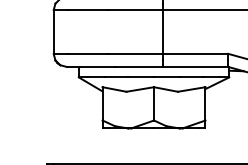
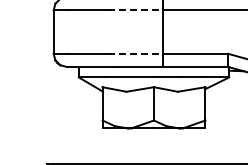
line at (135, 10): solid -> dashed
line at (135, 53): solid -> dashed
